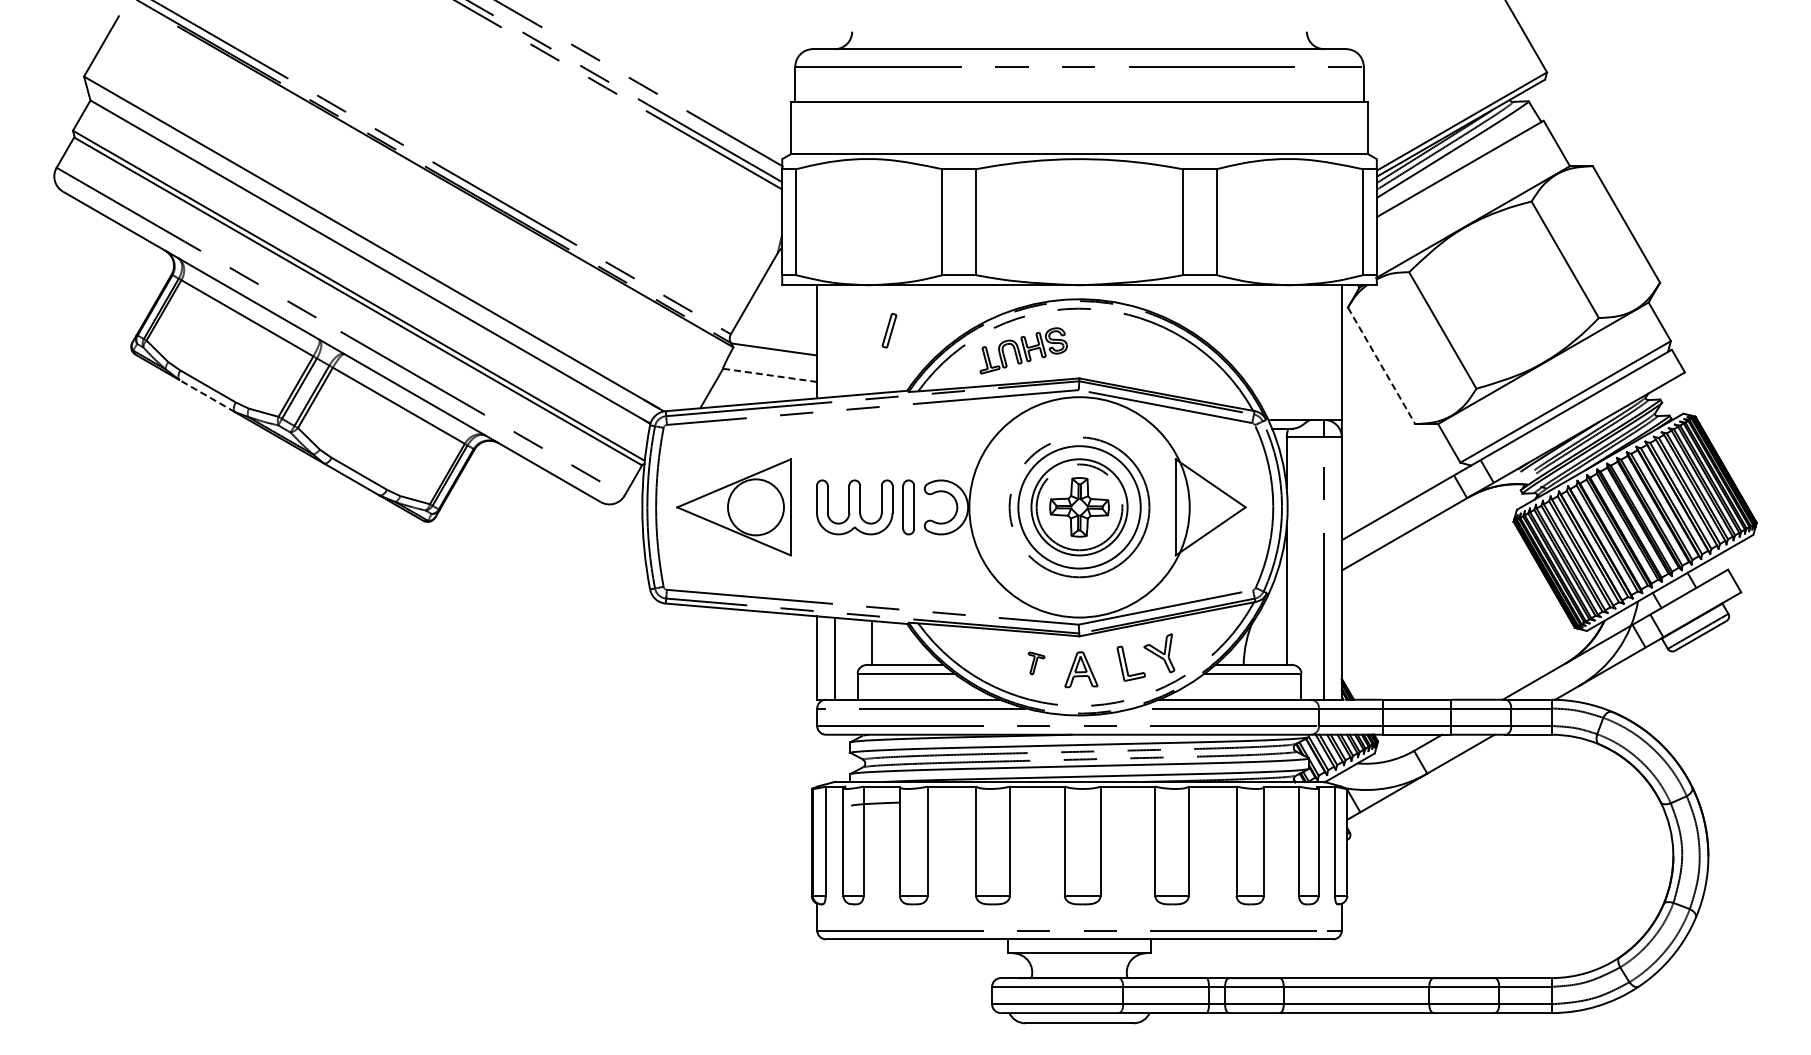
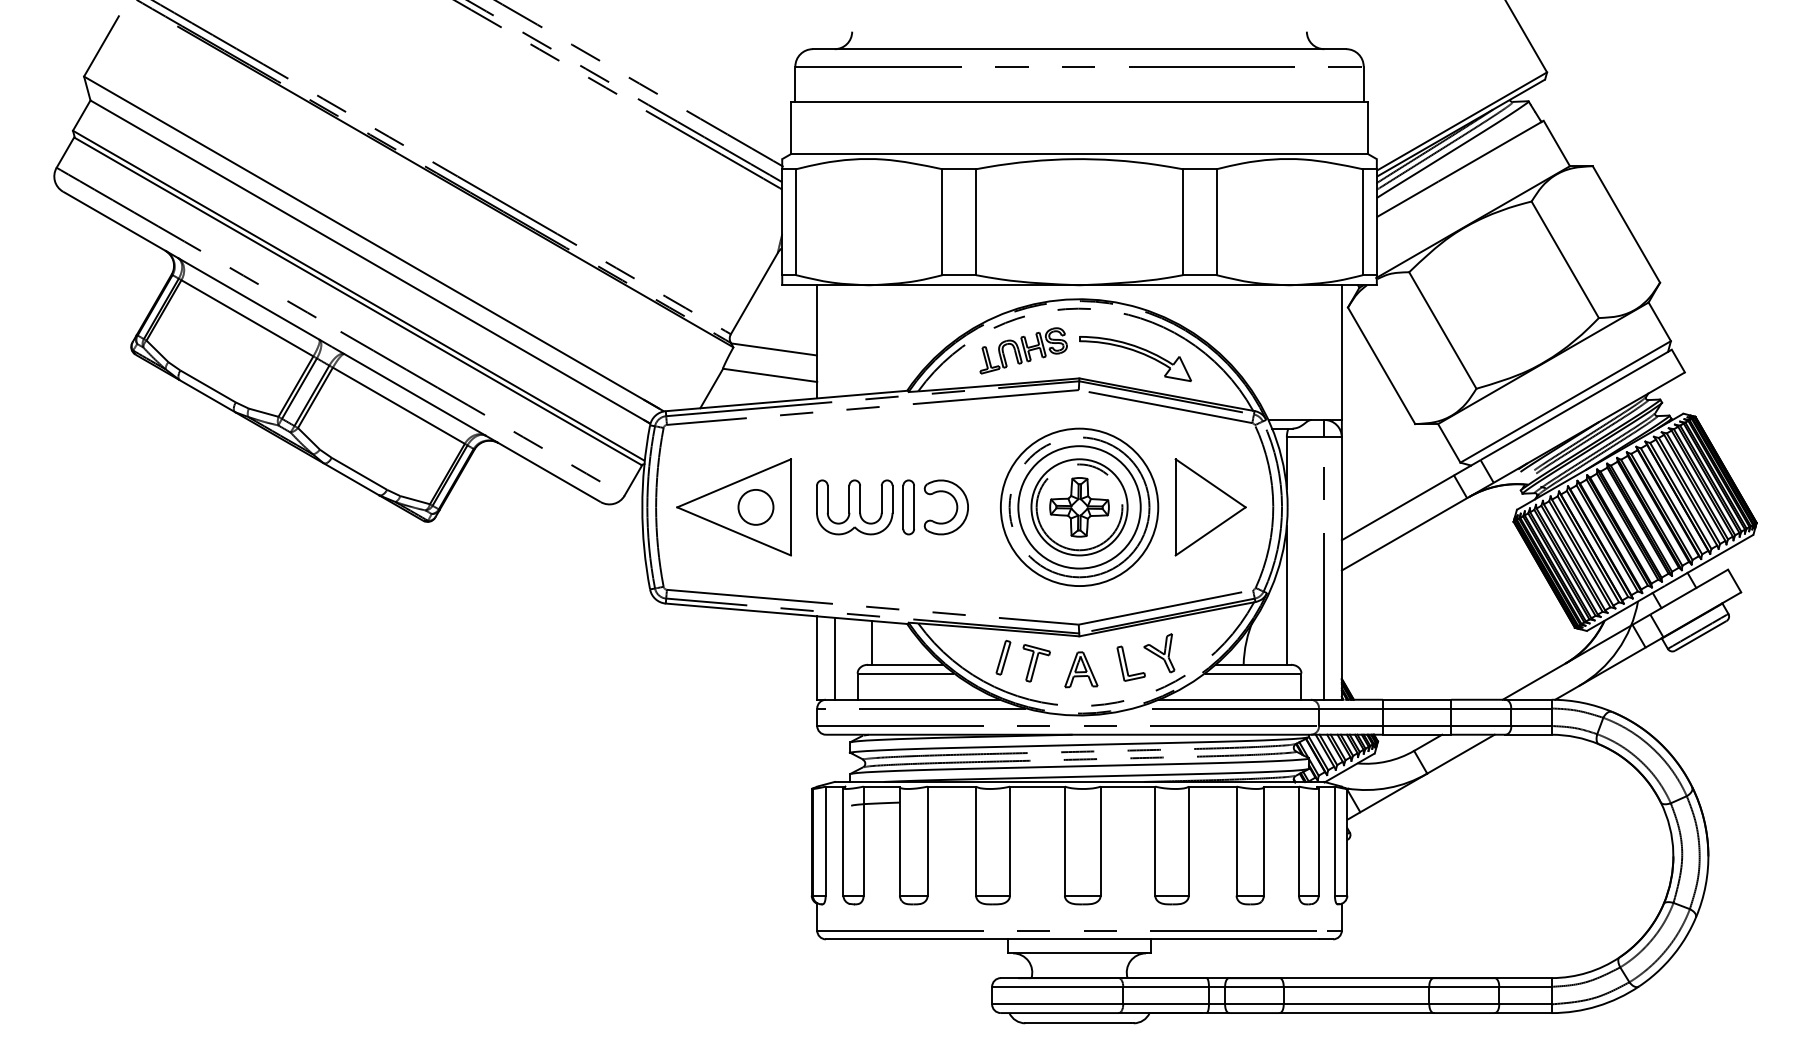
part at (889, 330) position: (889, 330) -> (1003, 657)
part at (1138, 353): none -> present
line at (1381, 366): dashed -> solid
line at (770, 375): dashed -> solid
line at (207, 396): dashed -> solid
circle at (755, 507) diameter: 56 px -> 35 px
circle at (1079, 507) diameter: 220 px -> 157 px
part at (1036, 663) size: 18x25 px -> 29x39 px
